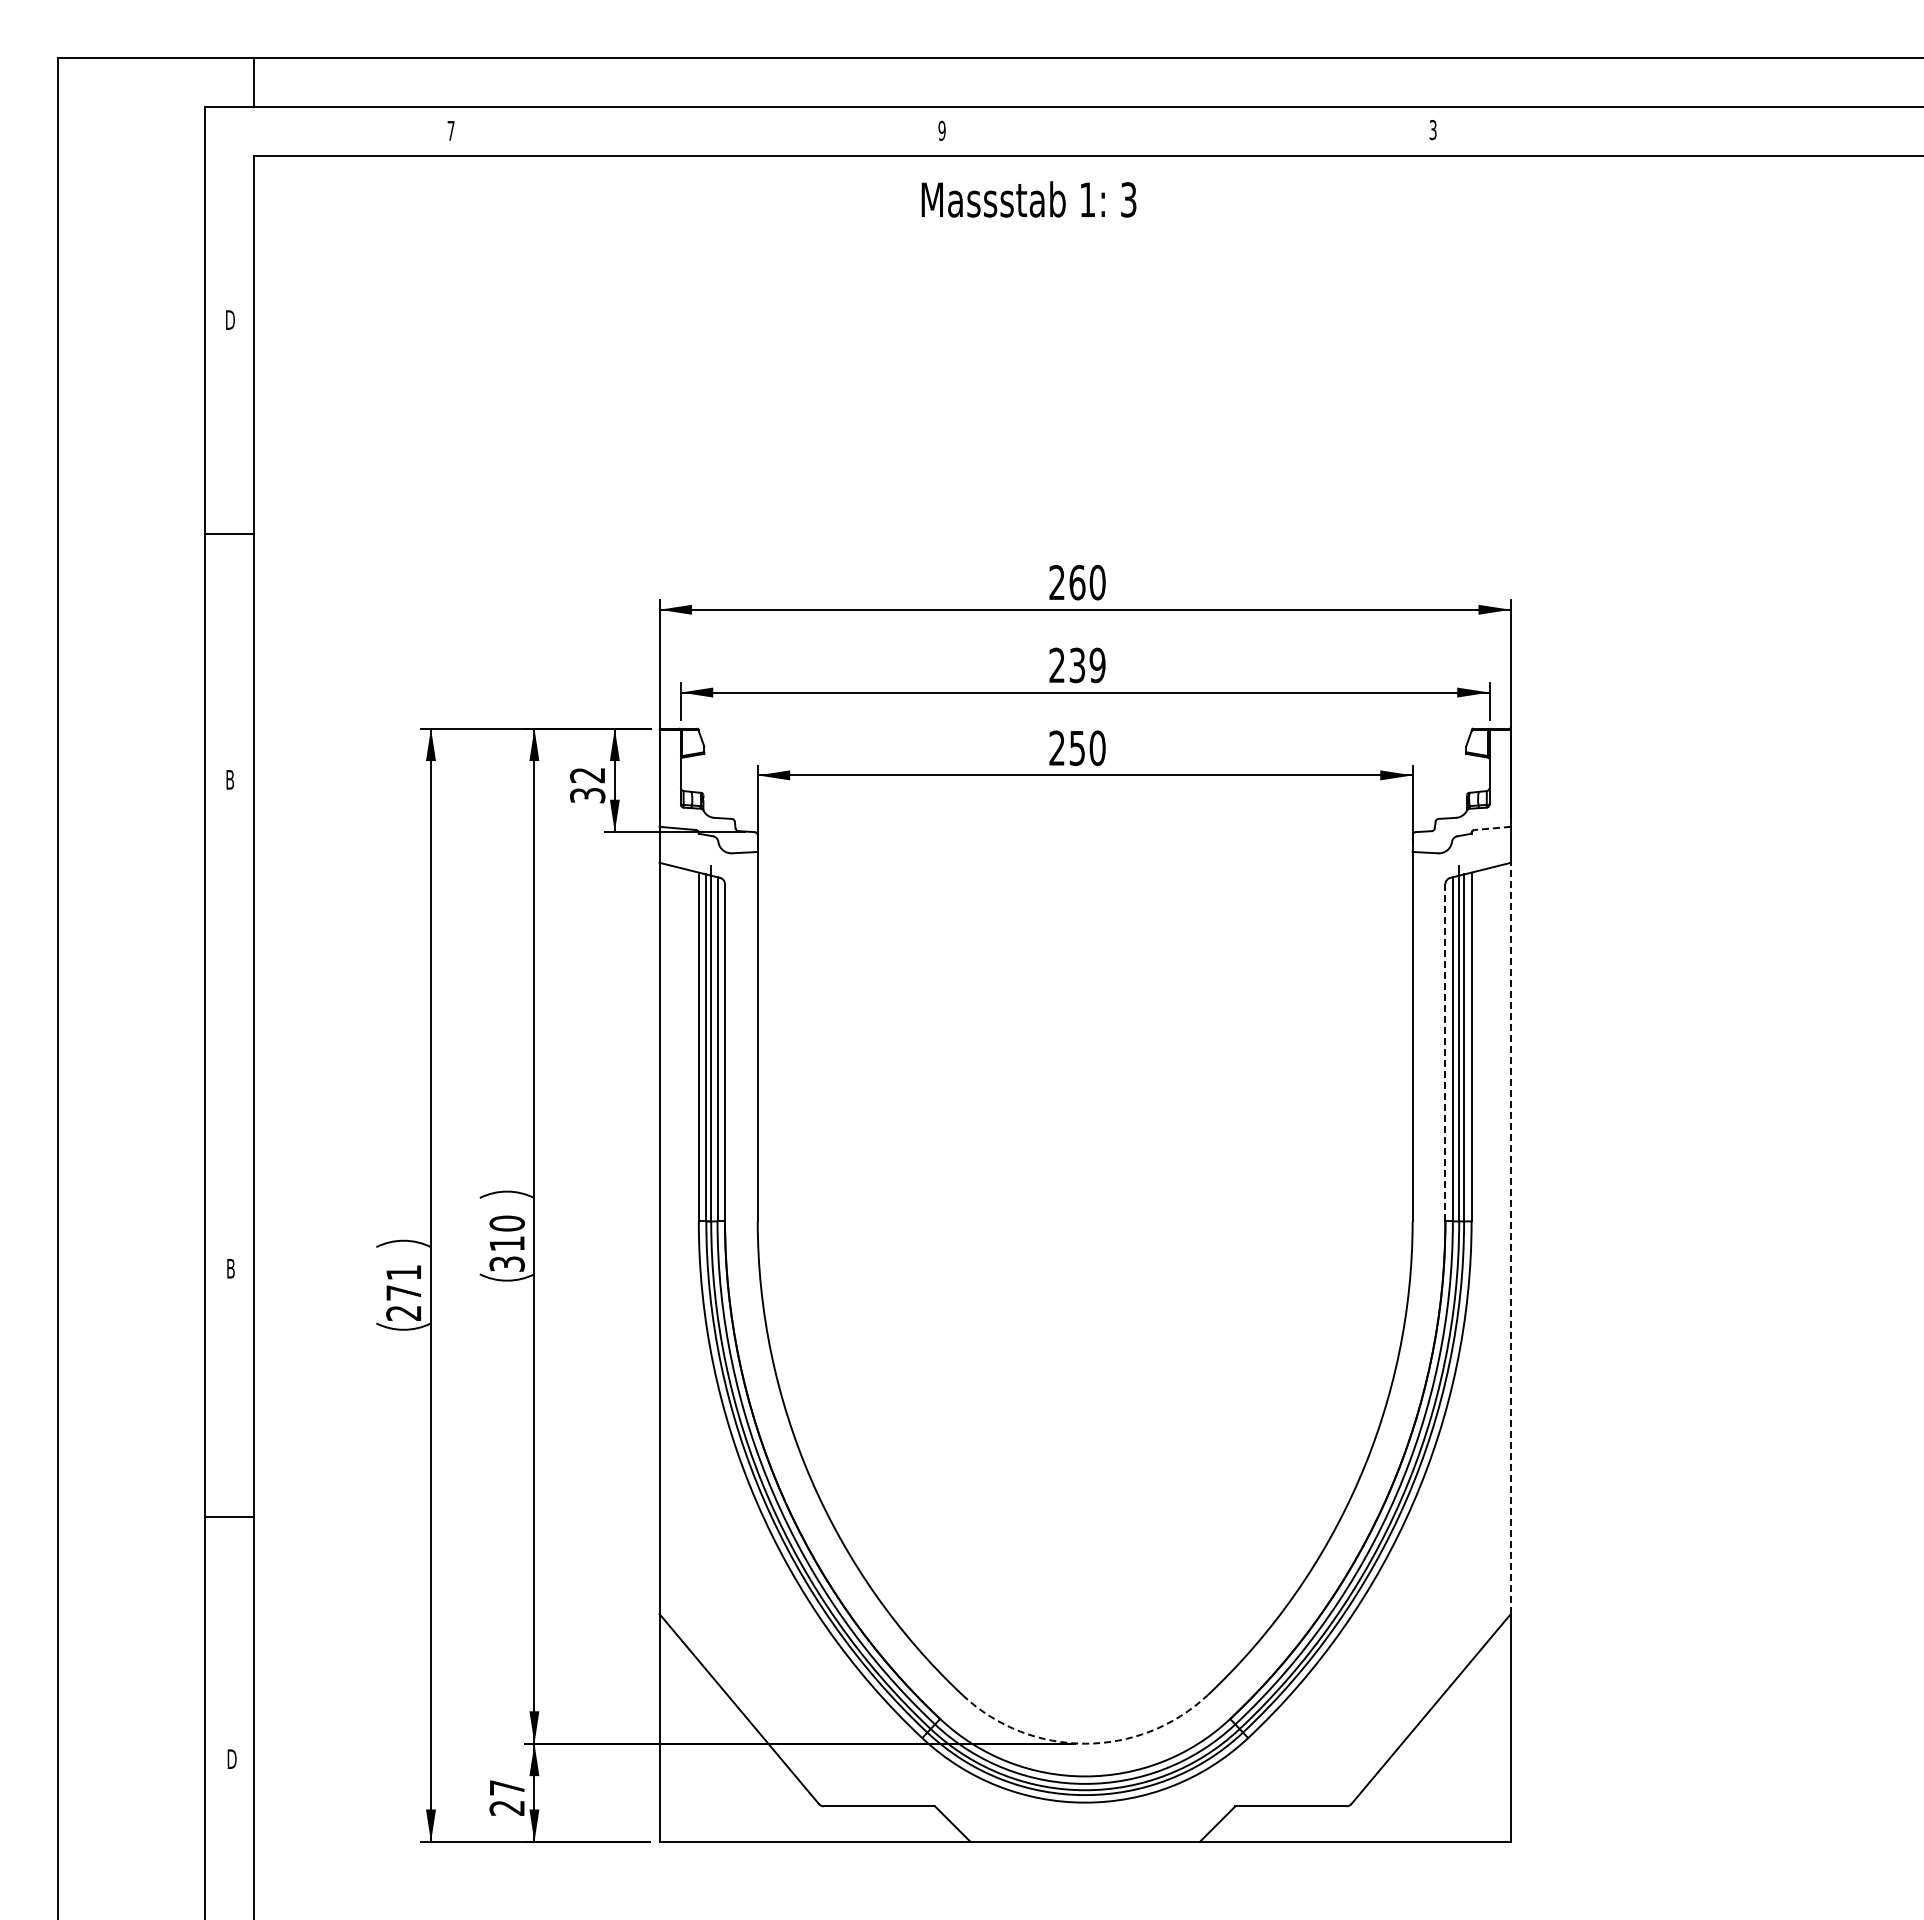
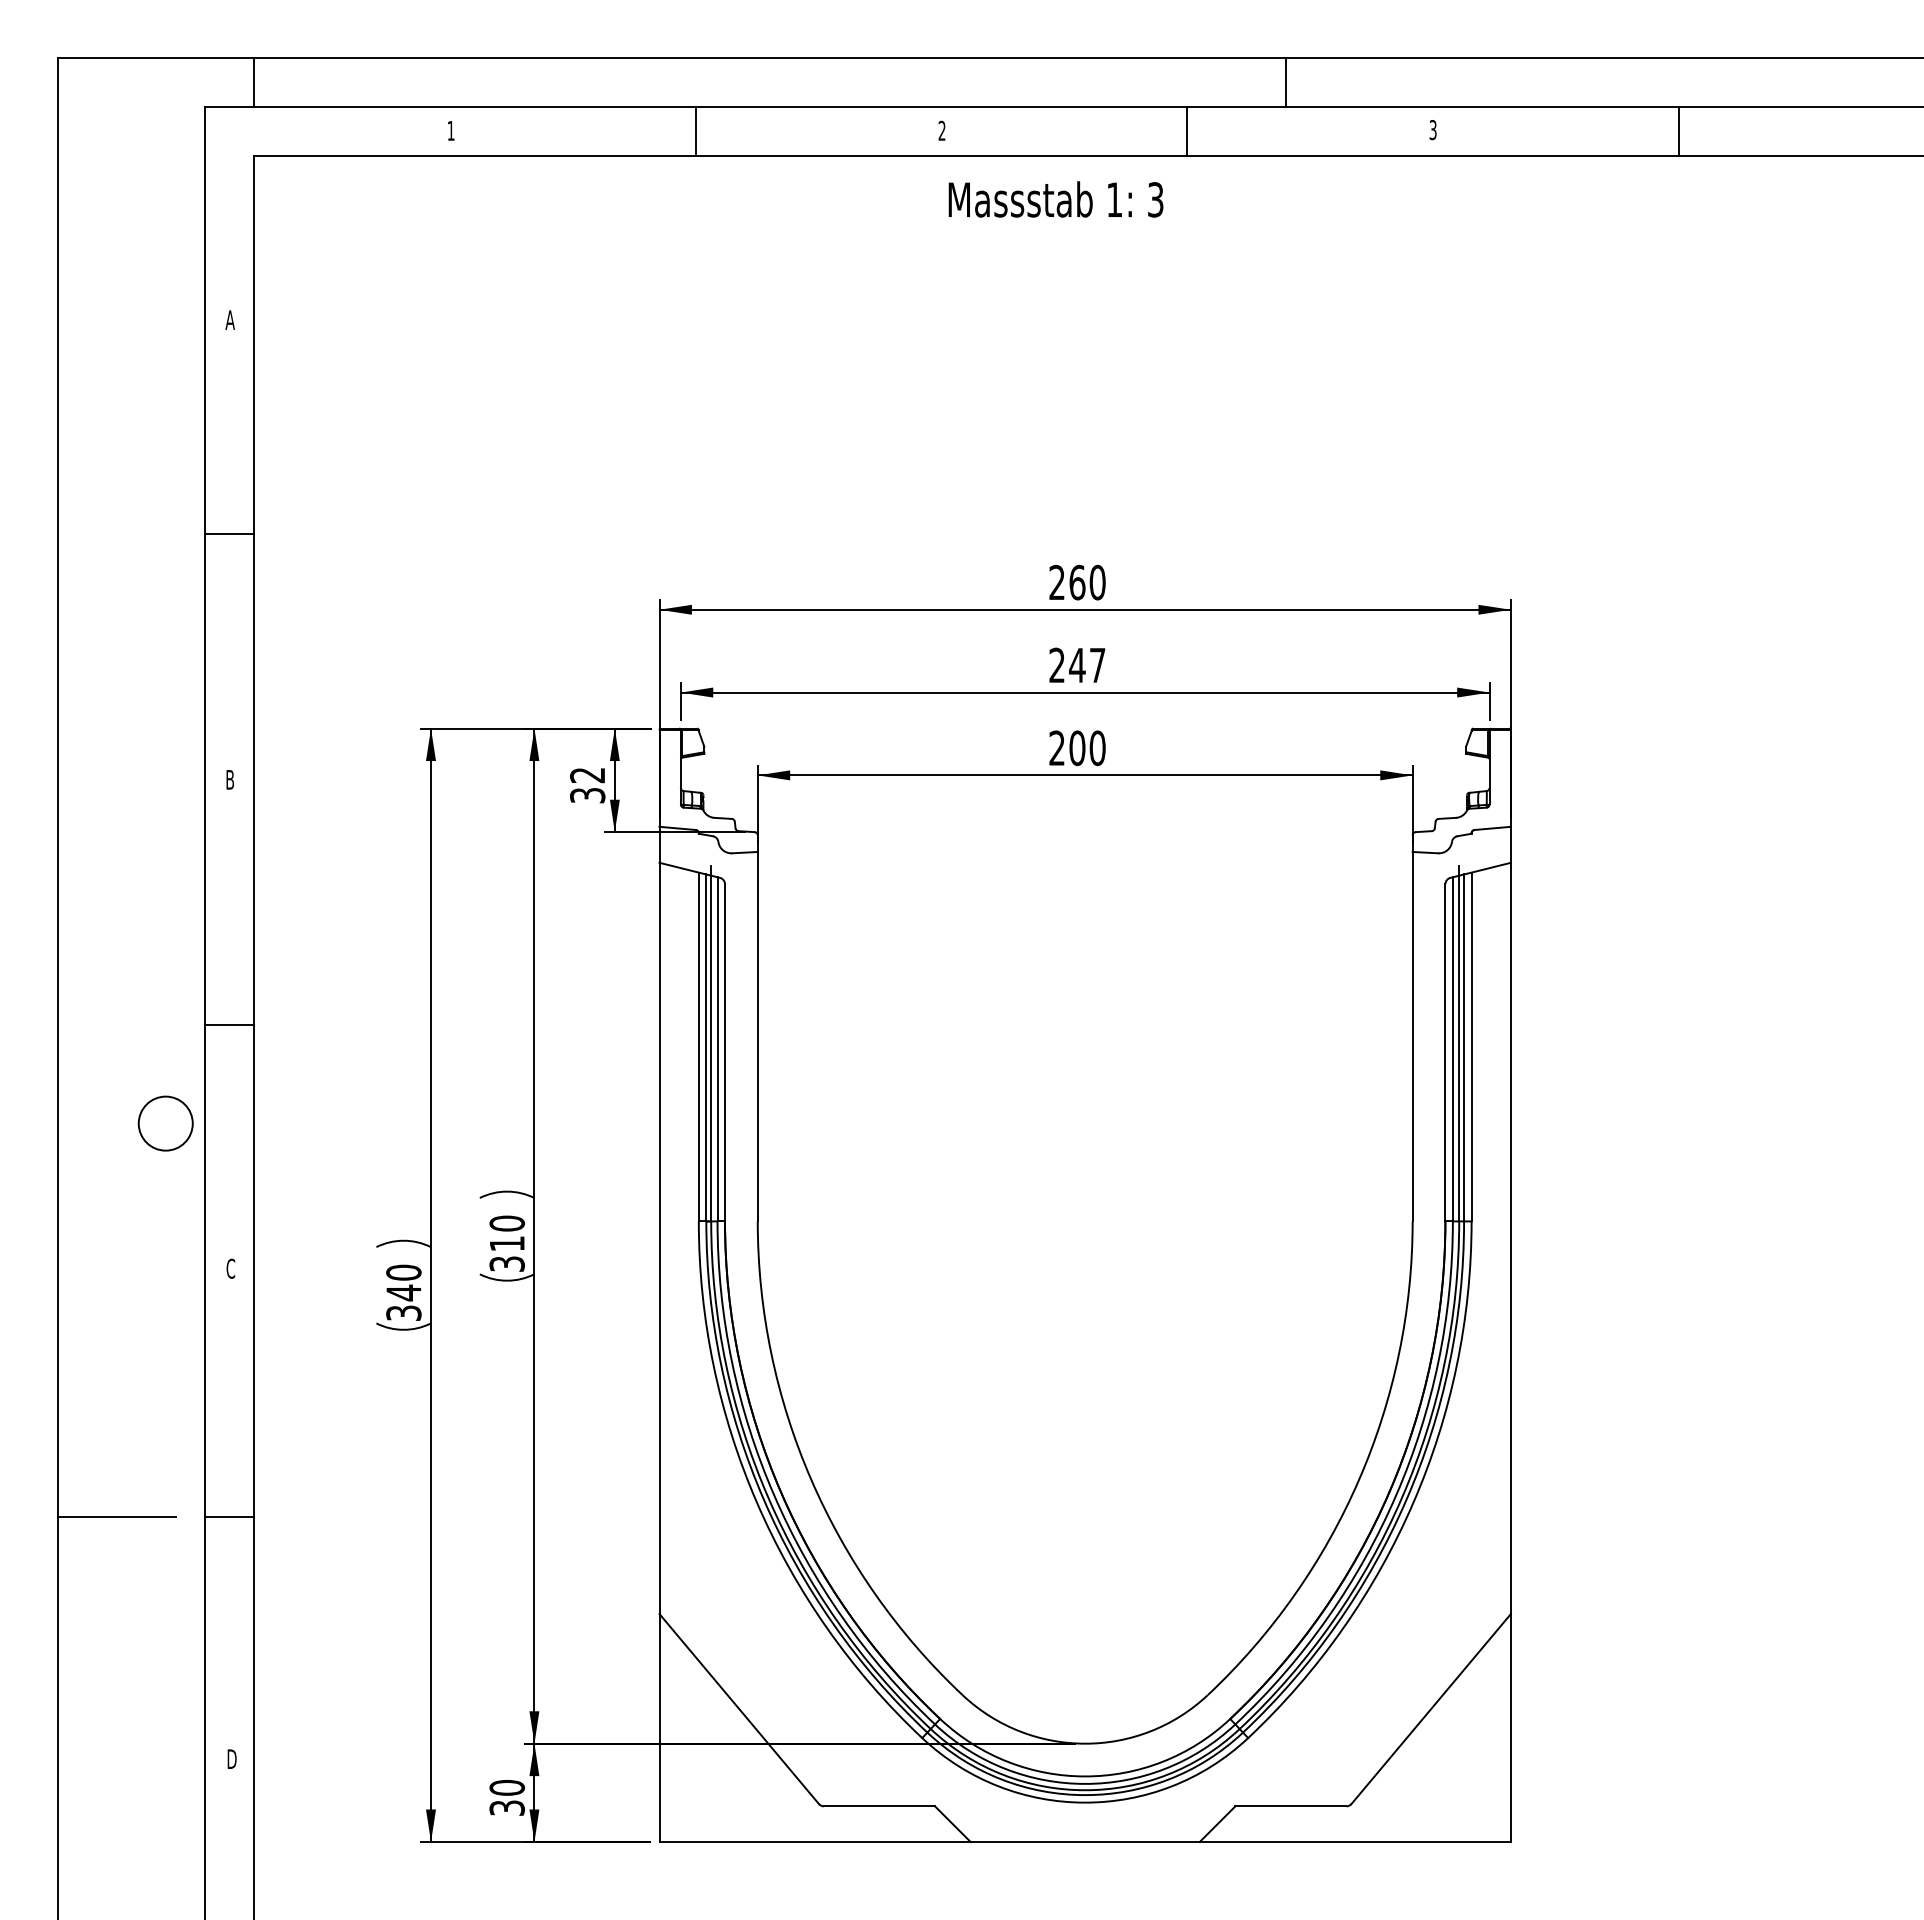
line at (1285, 81): none -> present
text at (450, 130): 7 -> 1
text at (941, 130): 9 -> 2
line at (696, 131): none -> present
line at (1187, 131): none -> present
line at (1678, 131): none -> present
text at (1028, 199) position: (1028, 199) -> (1055, 199)
text at (229, 319): D -> A
text at (1087, 665): 239 -> 247
text at (1077, 748): 250 -> 200
line at (1492, 828): dashed -> solid
line at (229, 1025): none -> present
line at (1445, 1052): dashed -> solid
circle at (165, 1123): none -> present
line at (1510, 1238): dashed -> solid
text at (230, 1268): B -> C
text at (403, 1292): 271 -> 340
line at (116, 1516): none -> present
arc at (1085, 1743): dashed -> solid
text at (506, 1797): 27 -> 30
